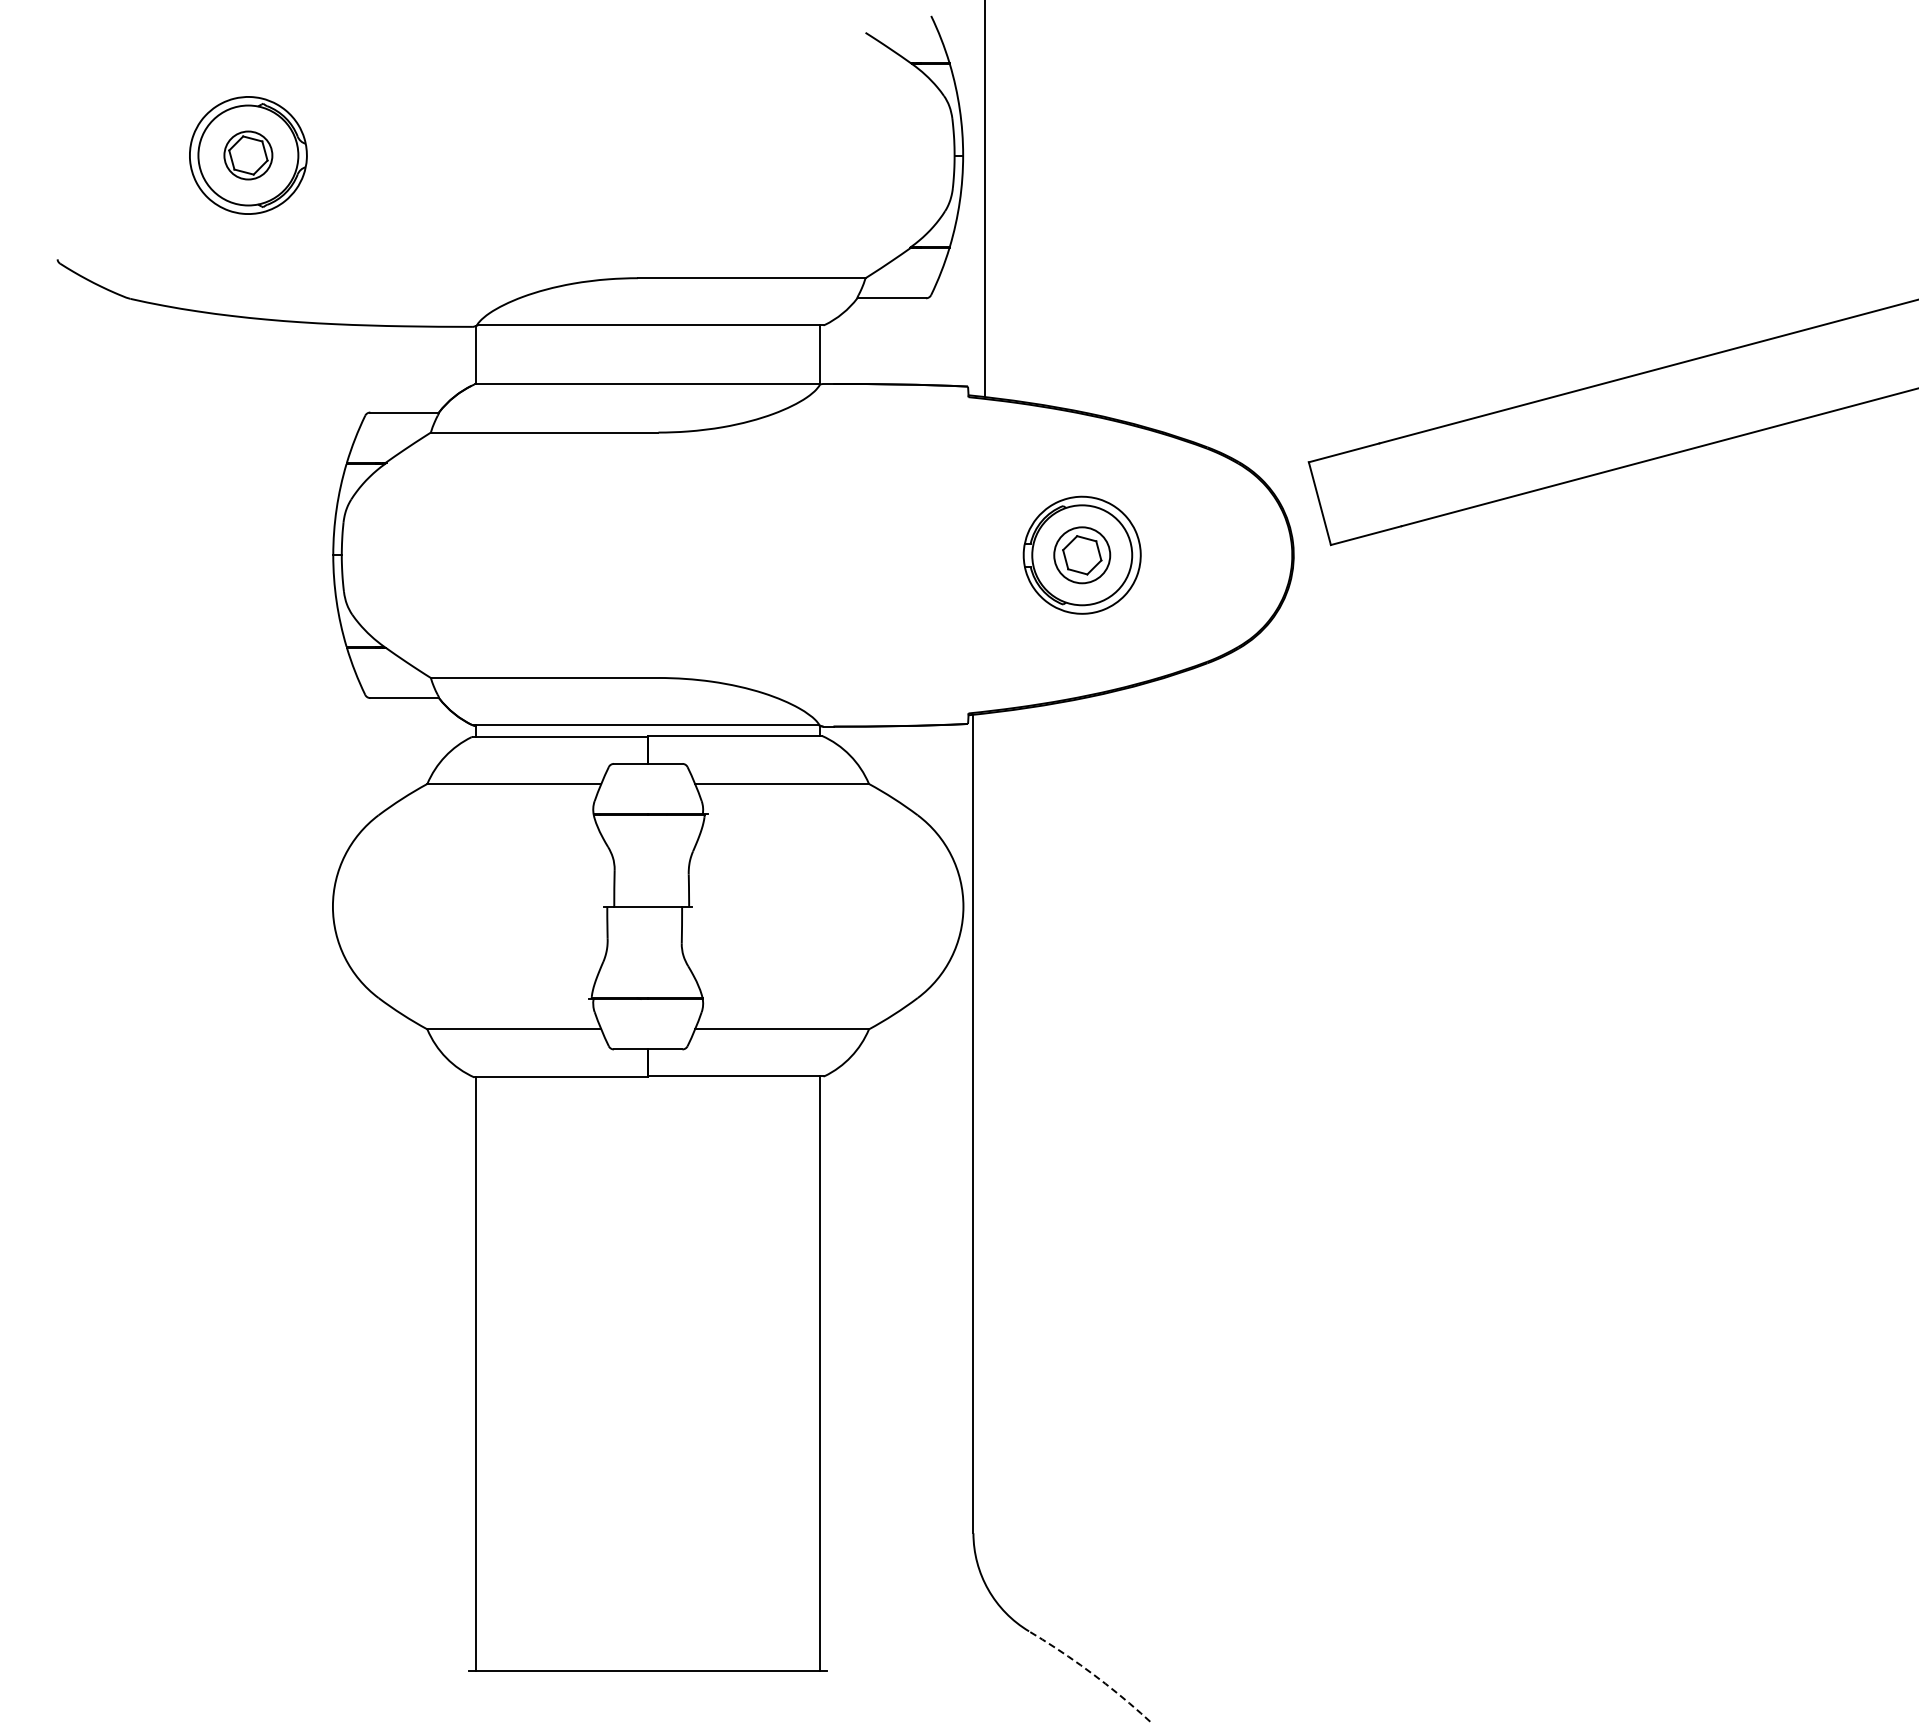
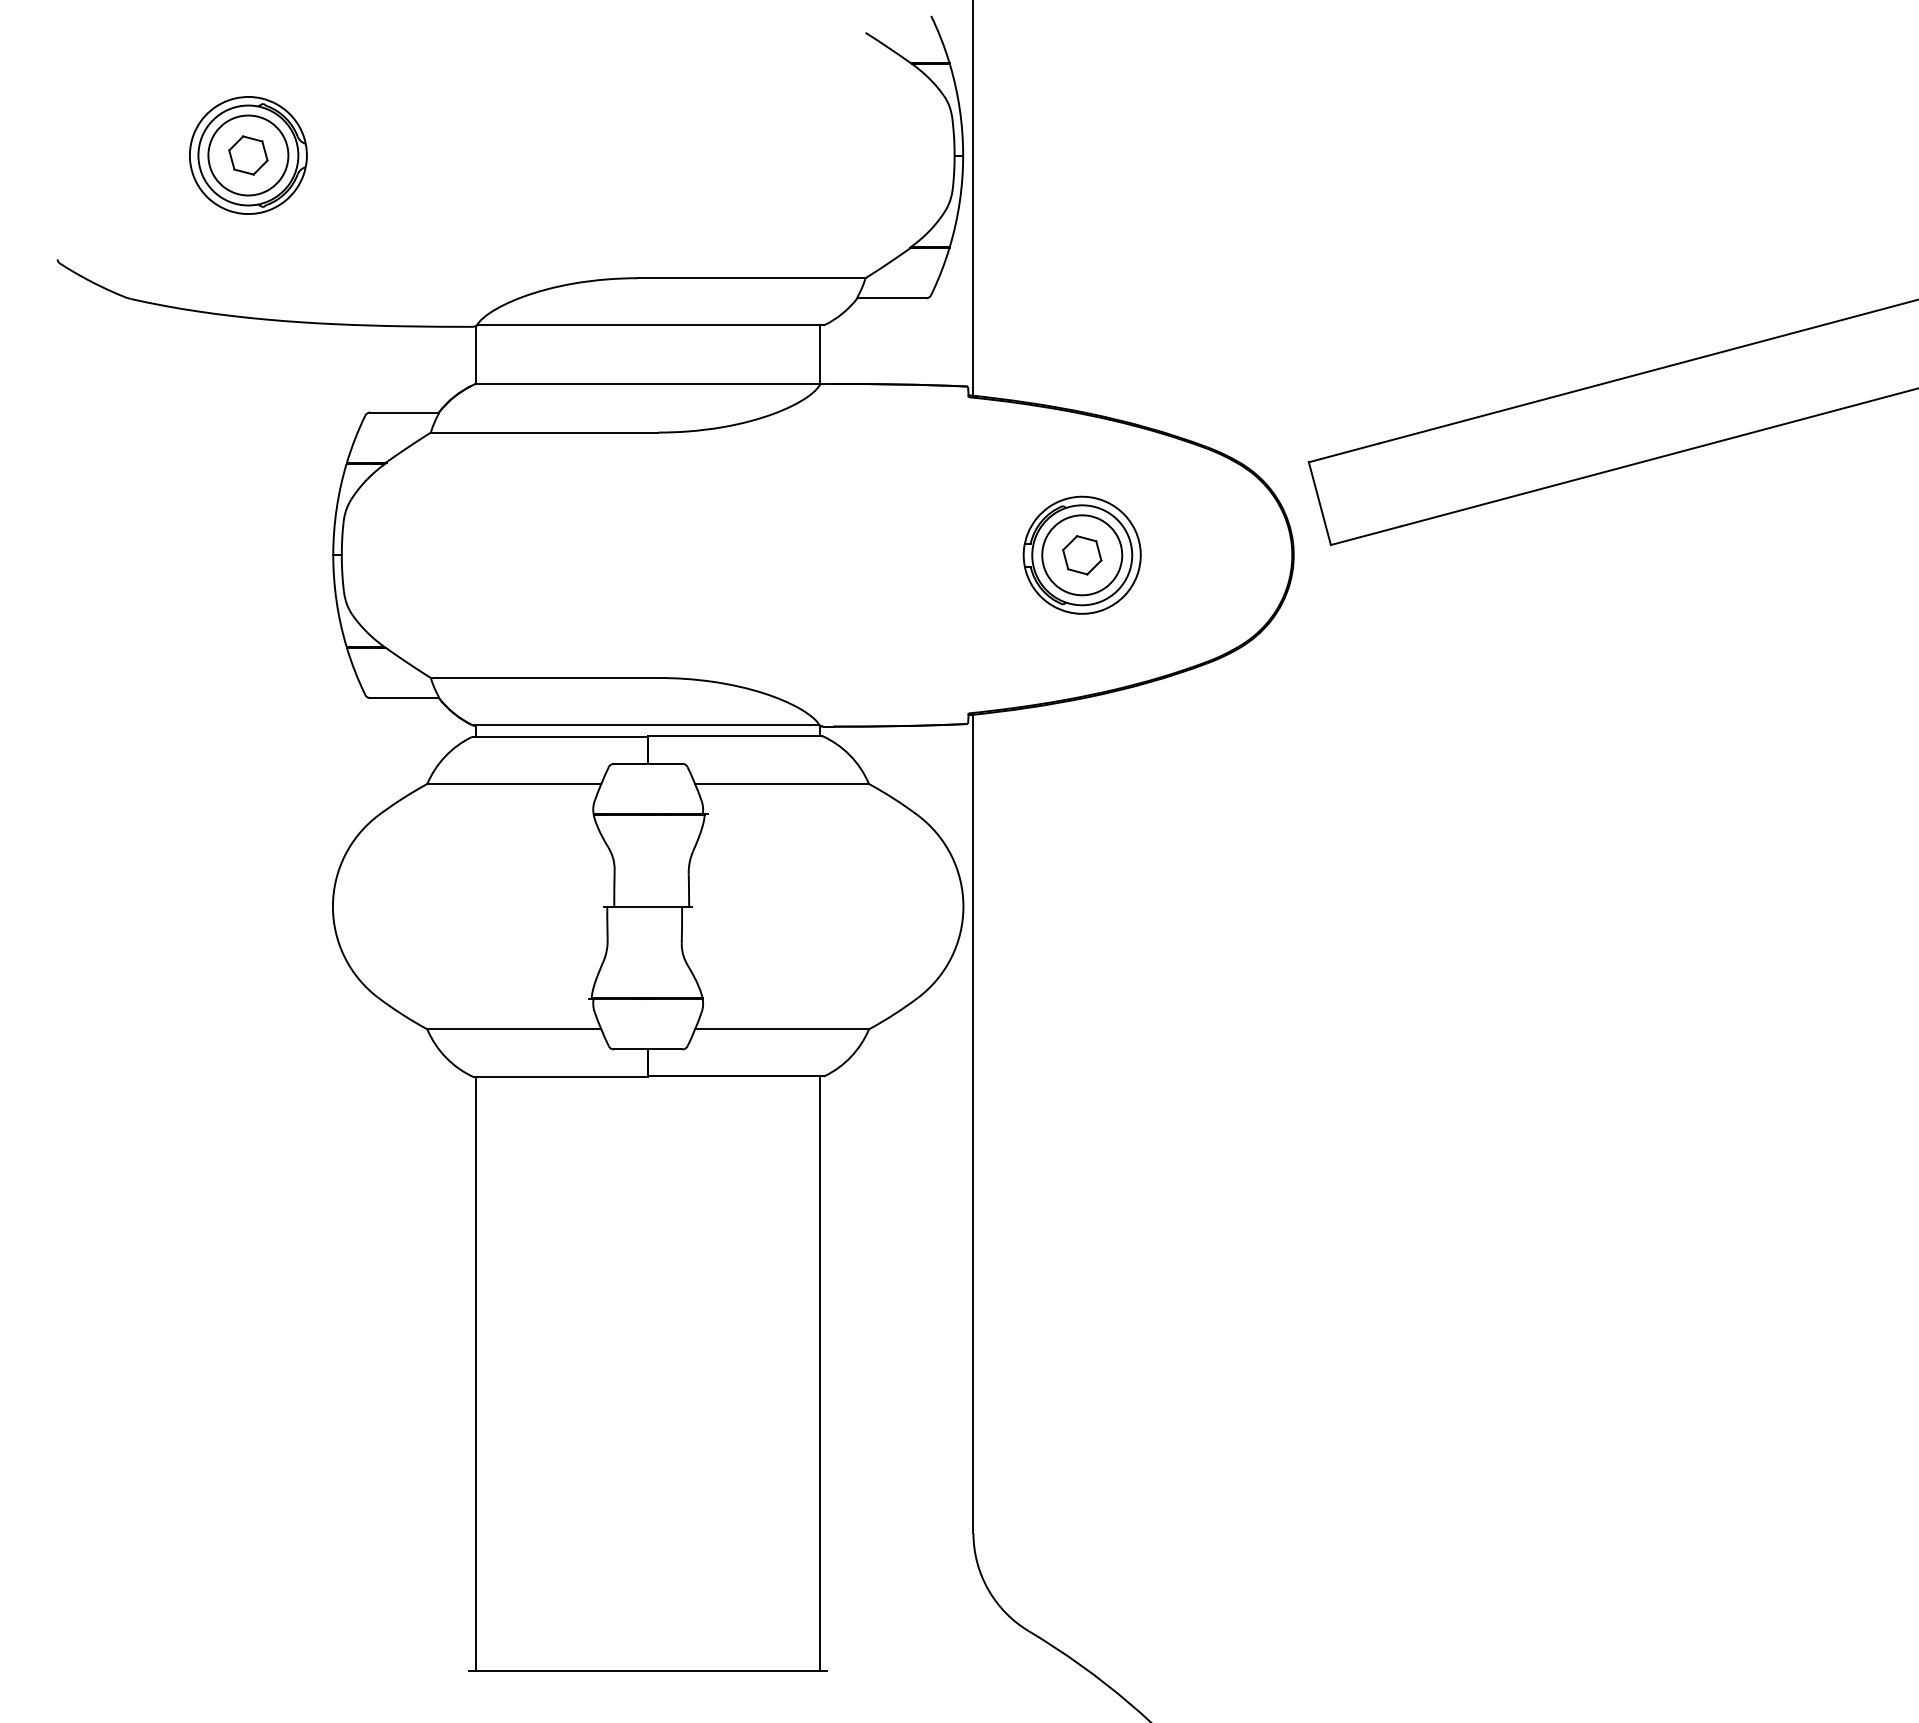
circle at (248, 155) diameter: 48 px -> 80 px
line at (985, 198) position: (985, 198) -> (973, 198)
circle at (1082, 555) diameter: 56 px -> 80 px
arc at (1093, 1674): dashed -> solid
